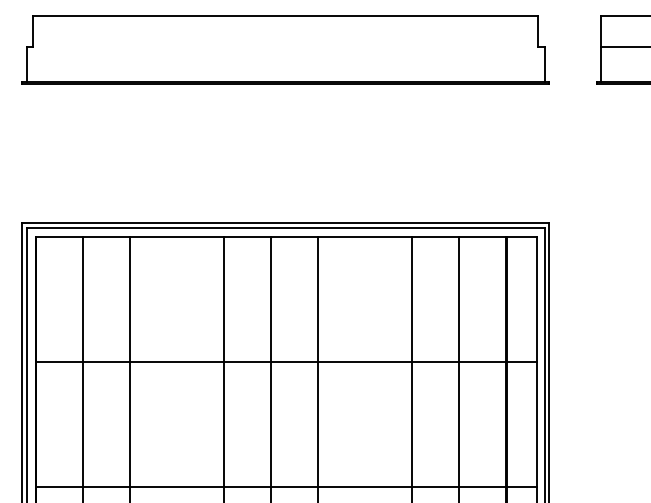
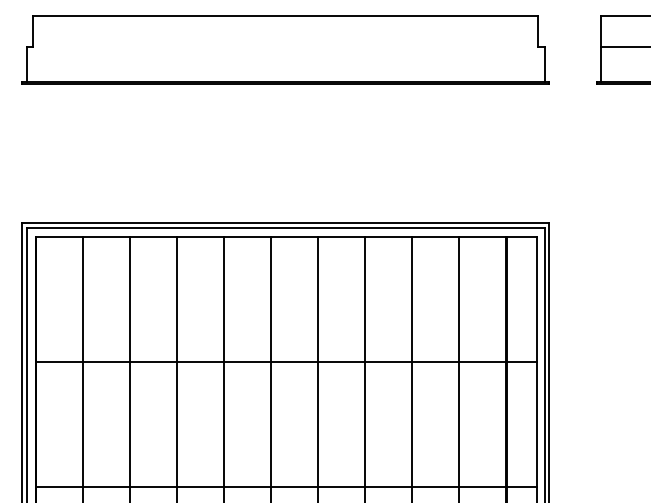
line at (177, 367): none -> present
line at (365, 367): none -> present
